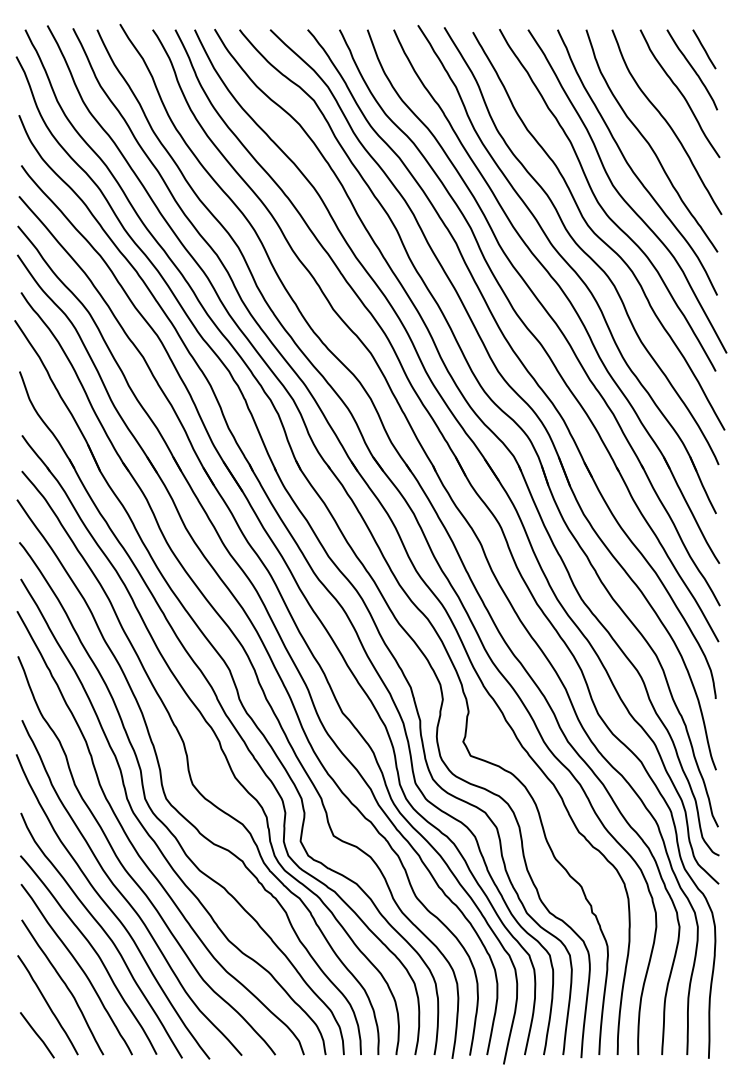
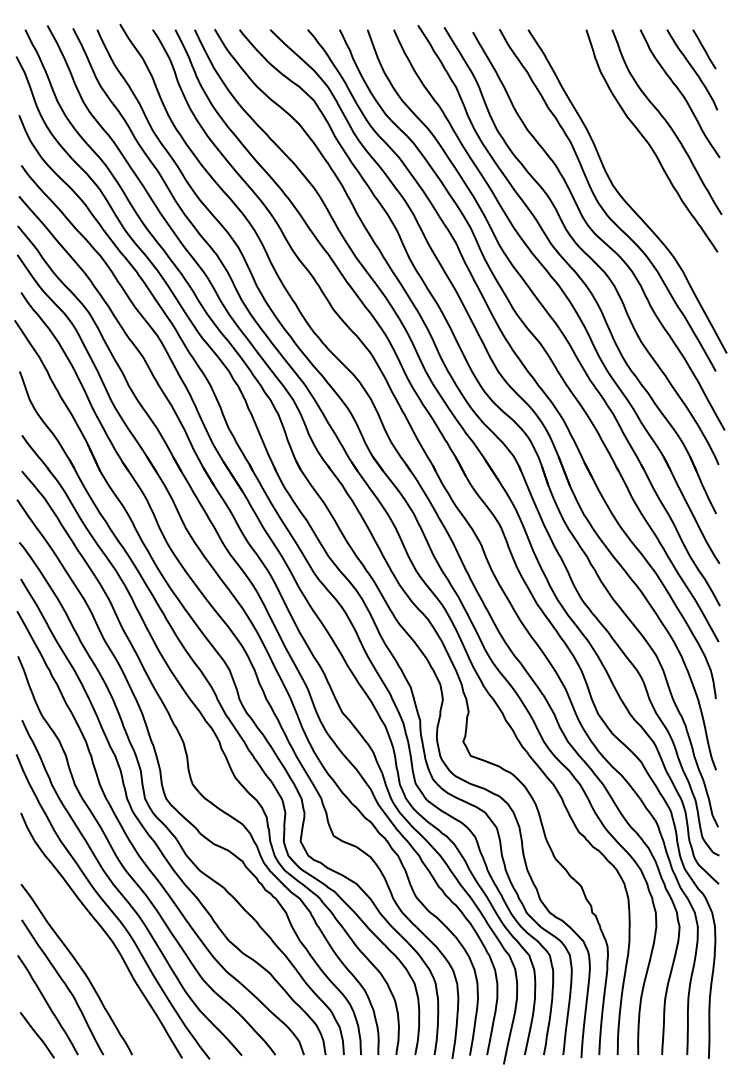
curve at (630, 165): present -> none
curve at (92, 949): present -> none
